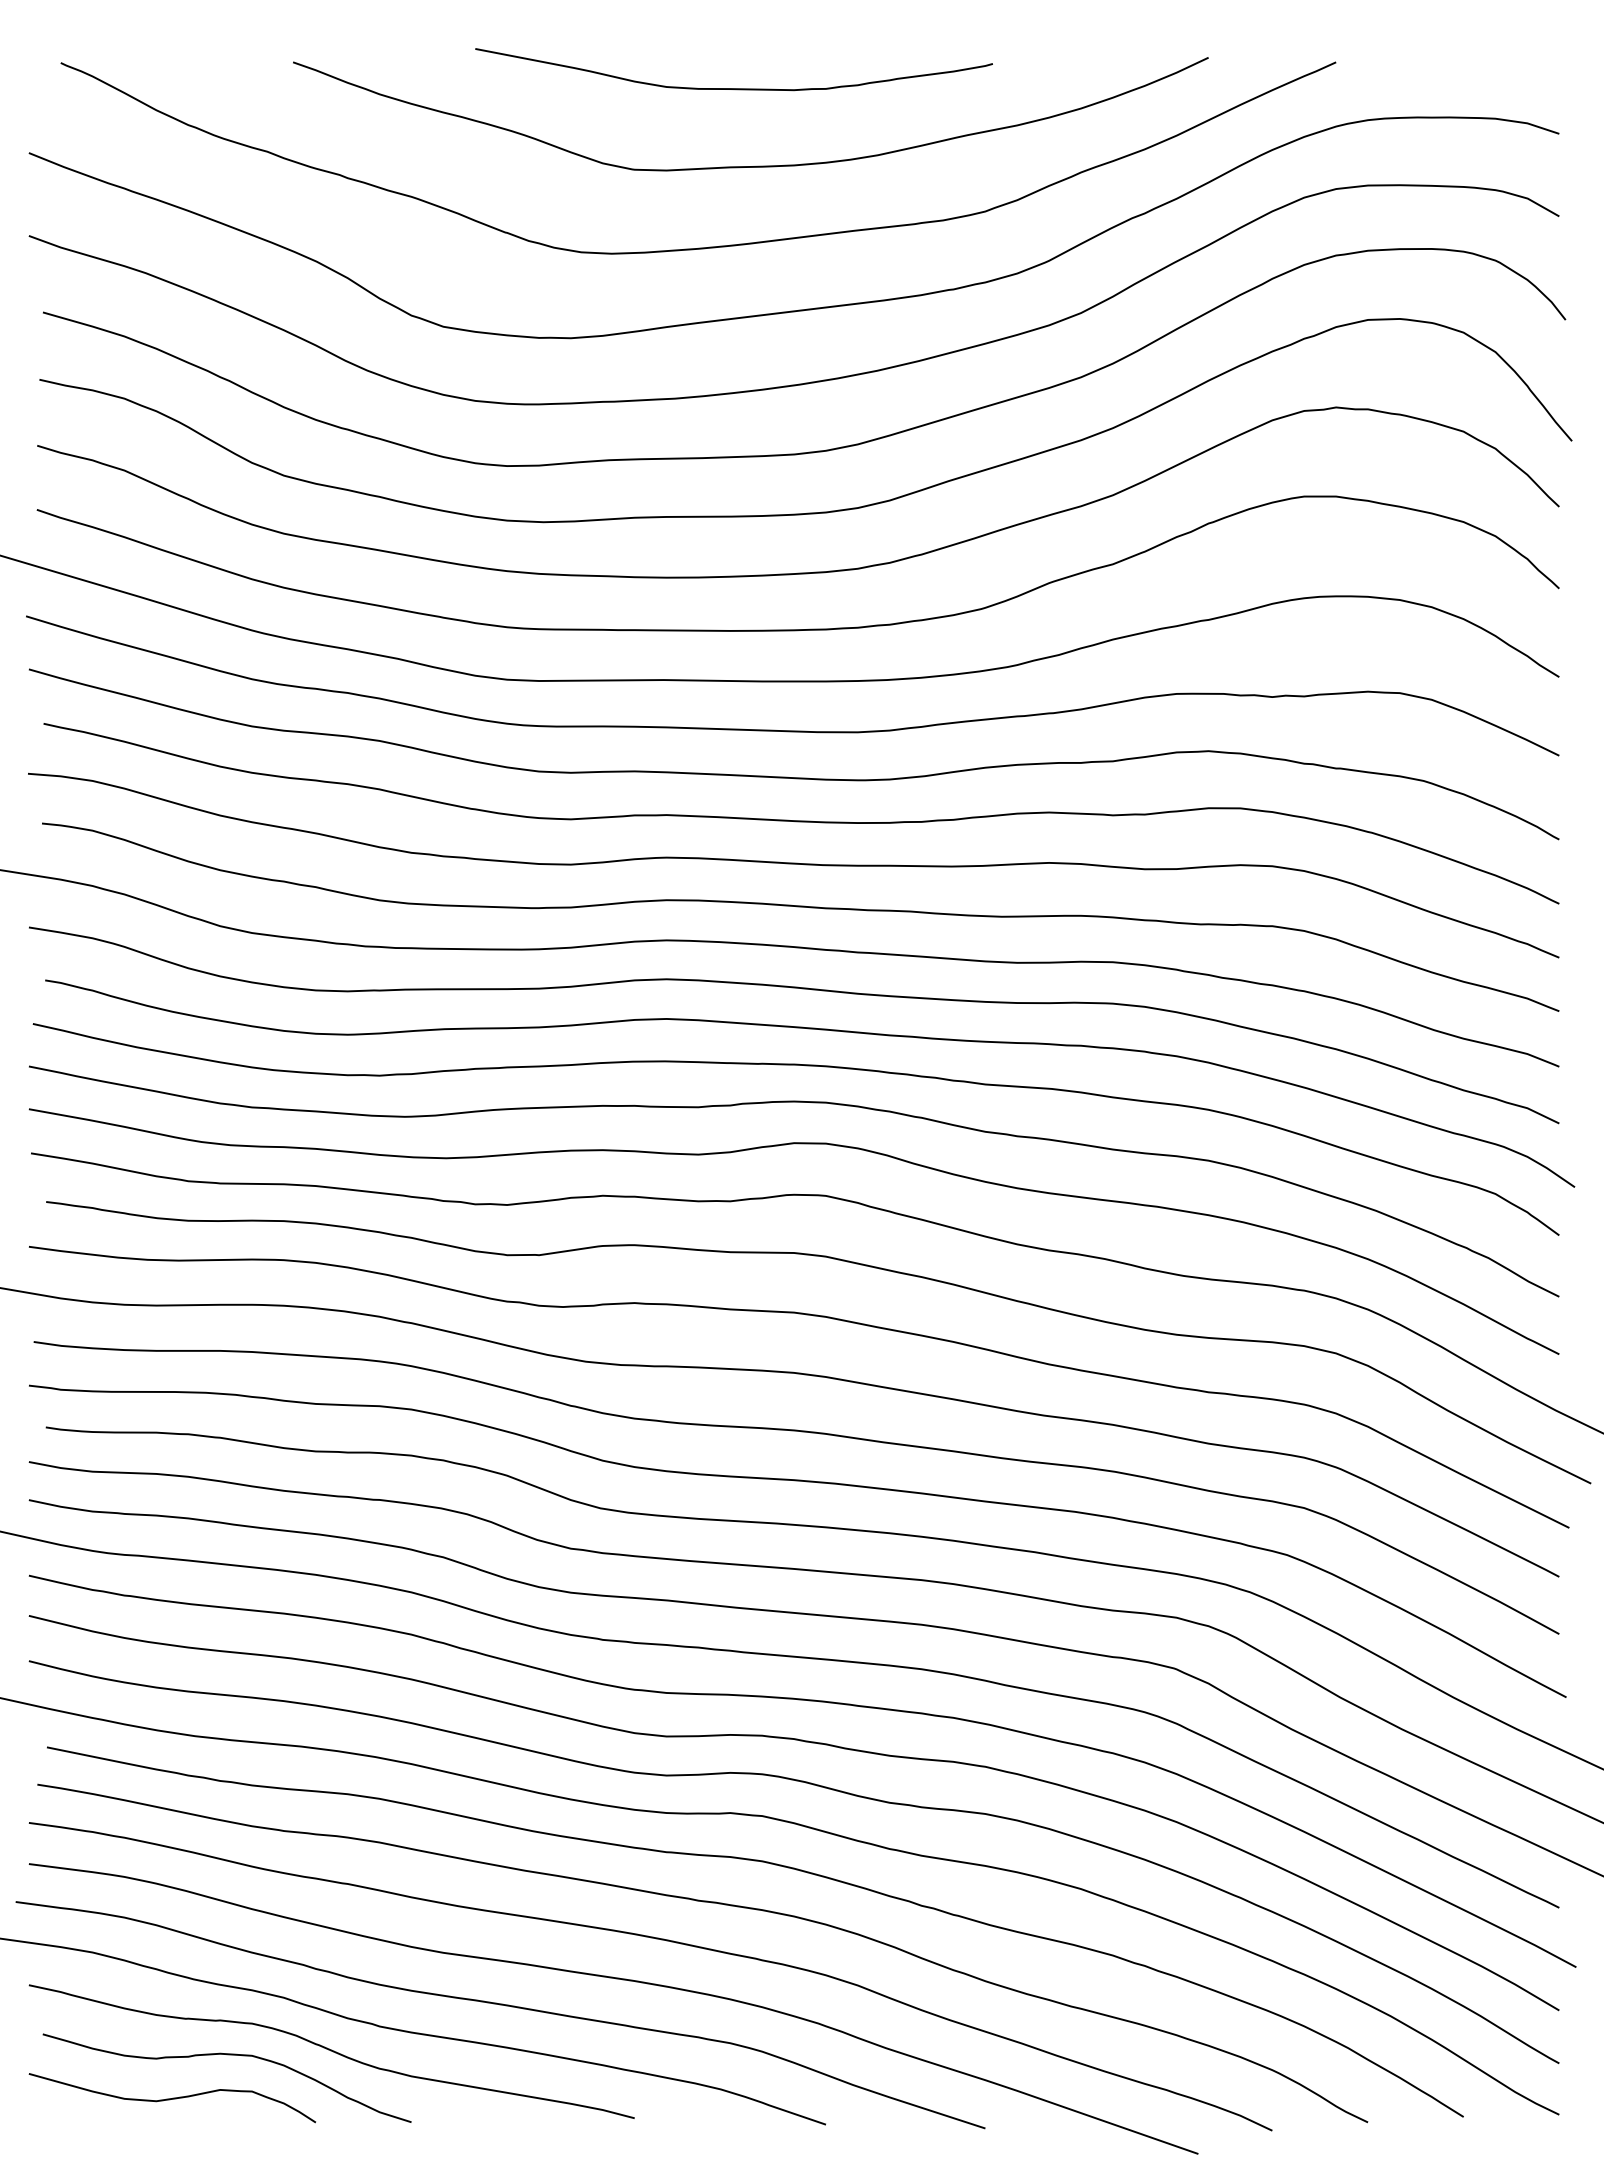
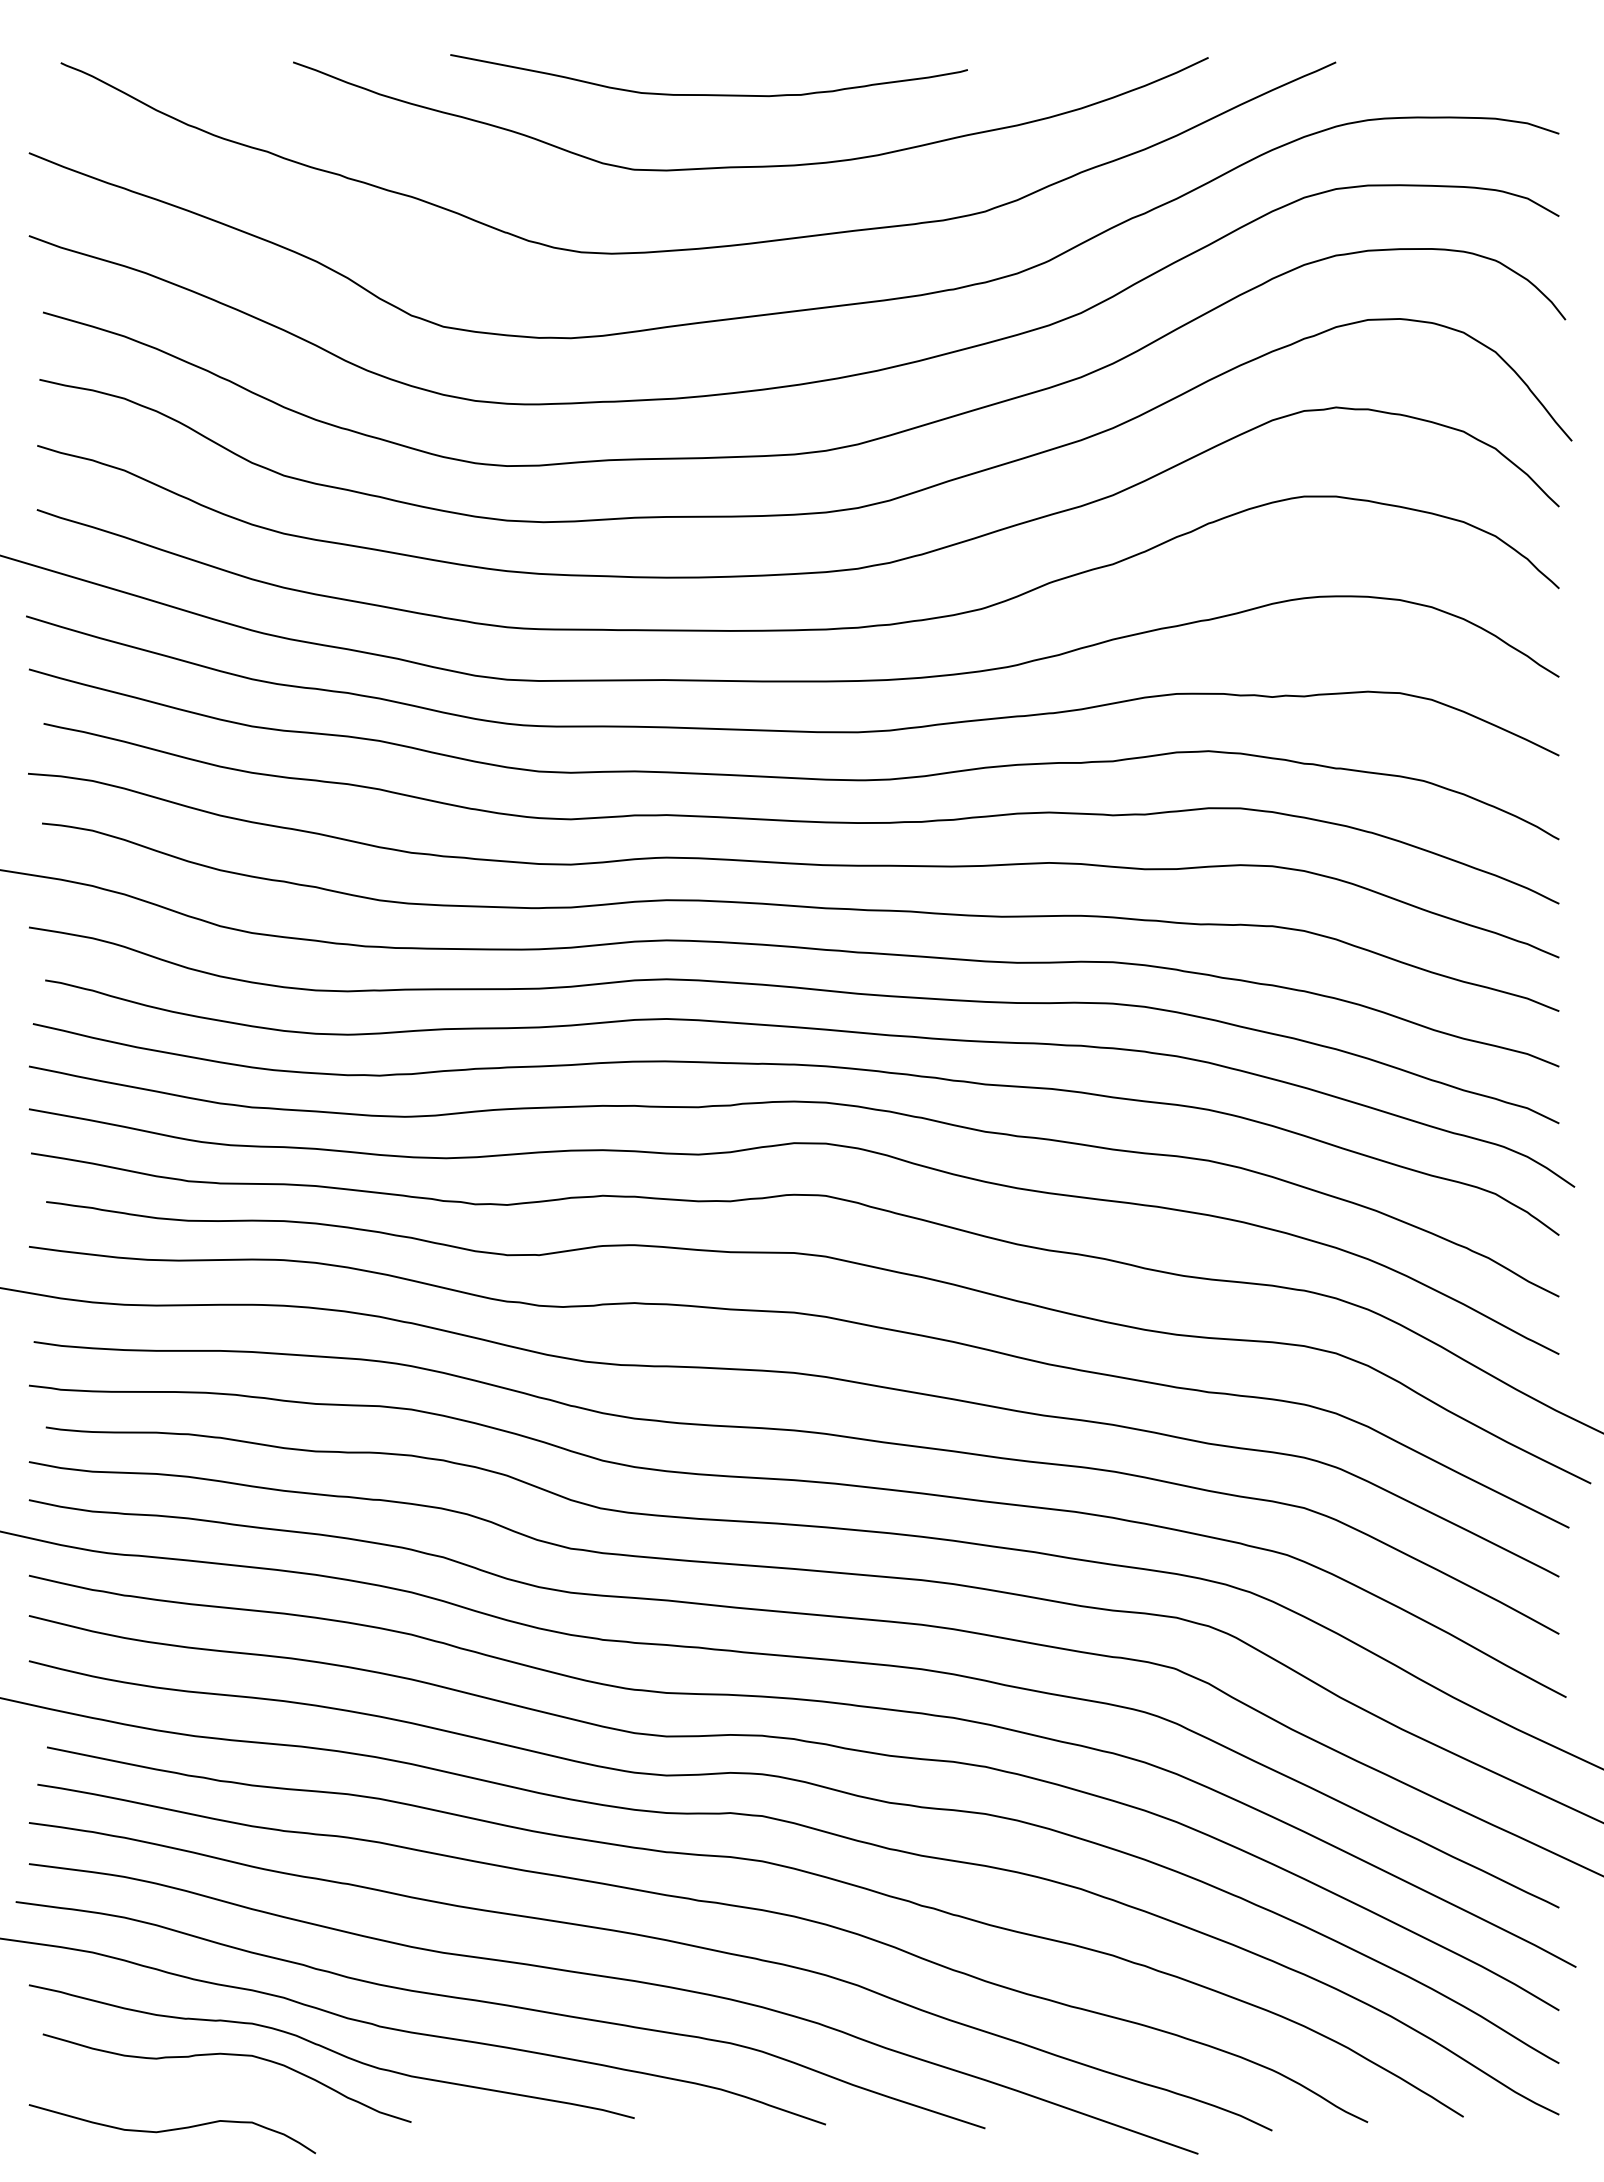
curve at (733, 88) position: (733, 88) -> (708, 94)
curve at (172, 2098) position: (172, 2098) -> (172, 2129)
